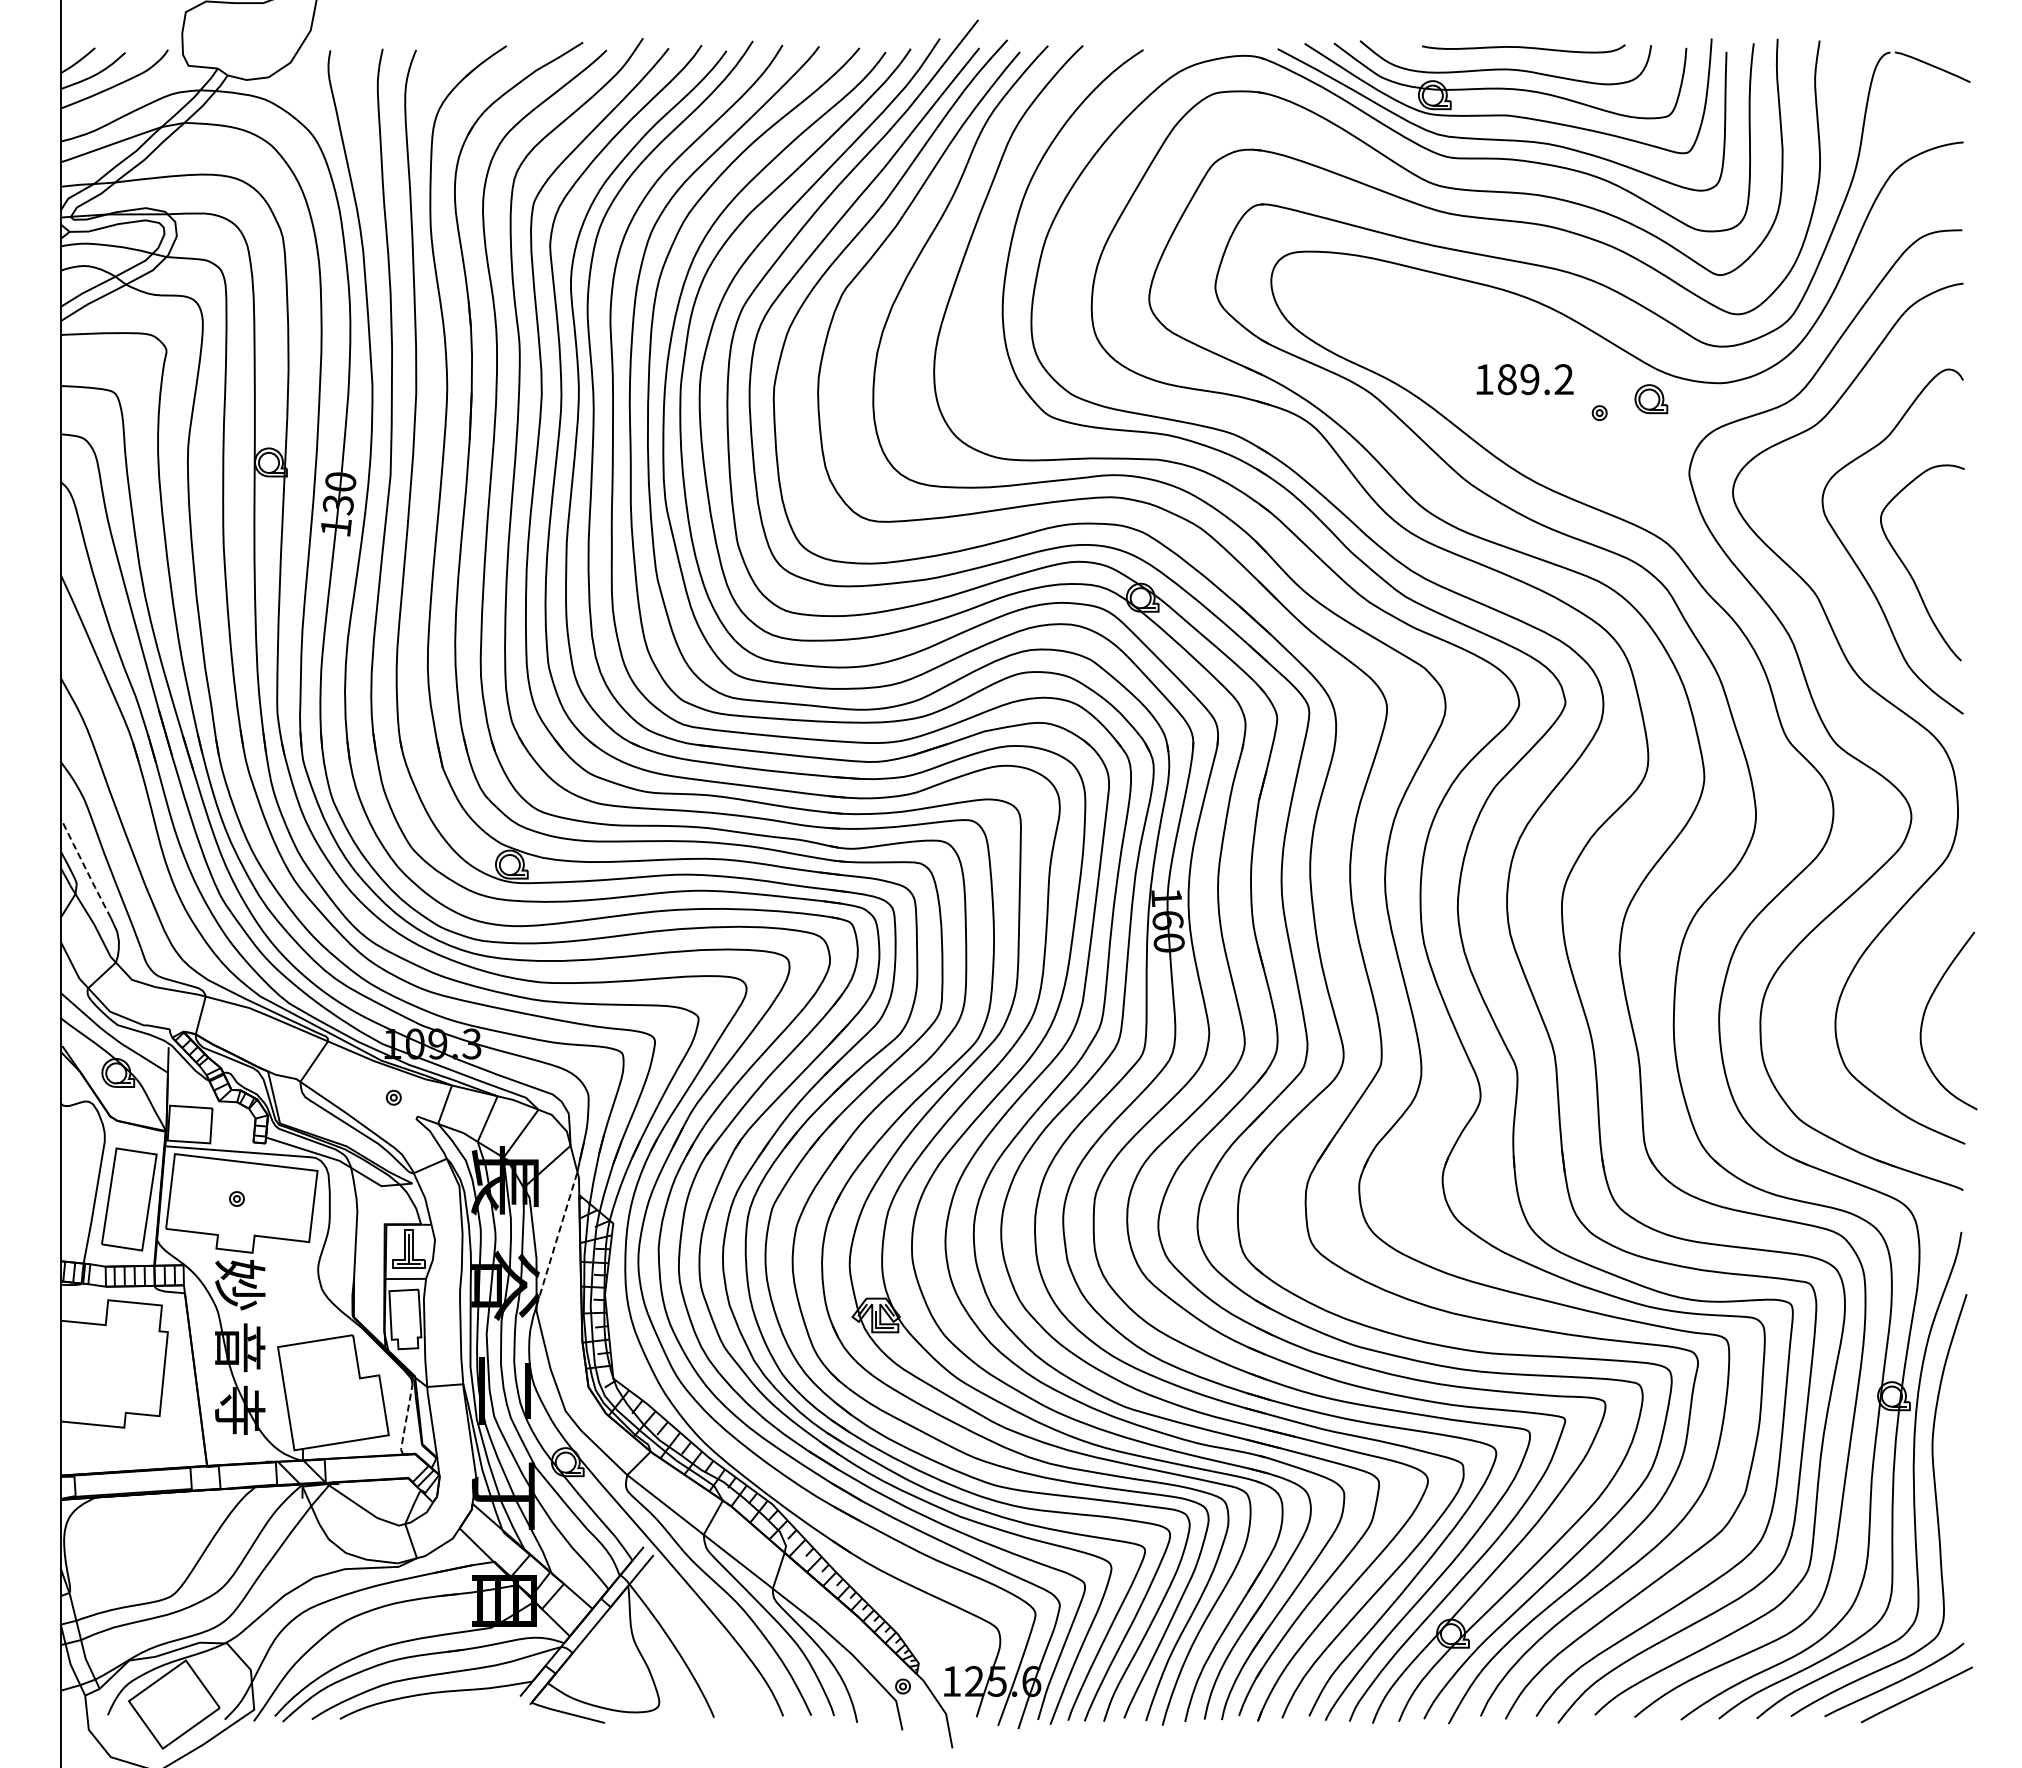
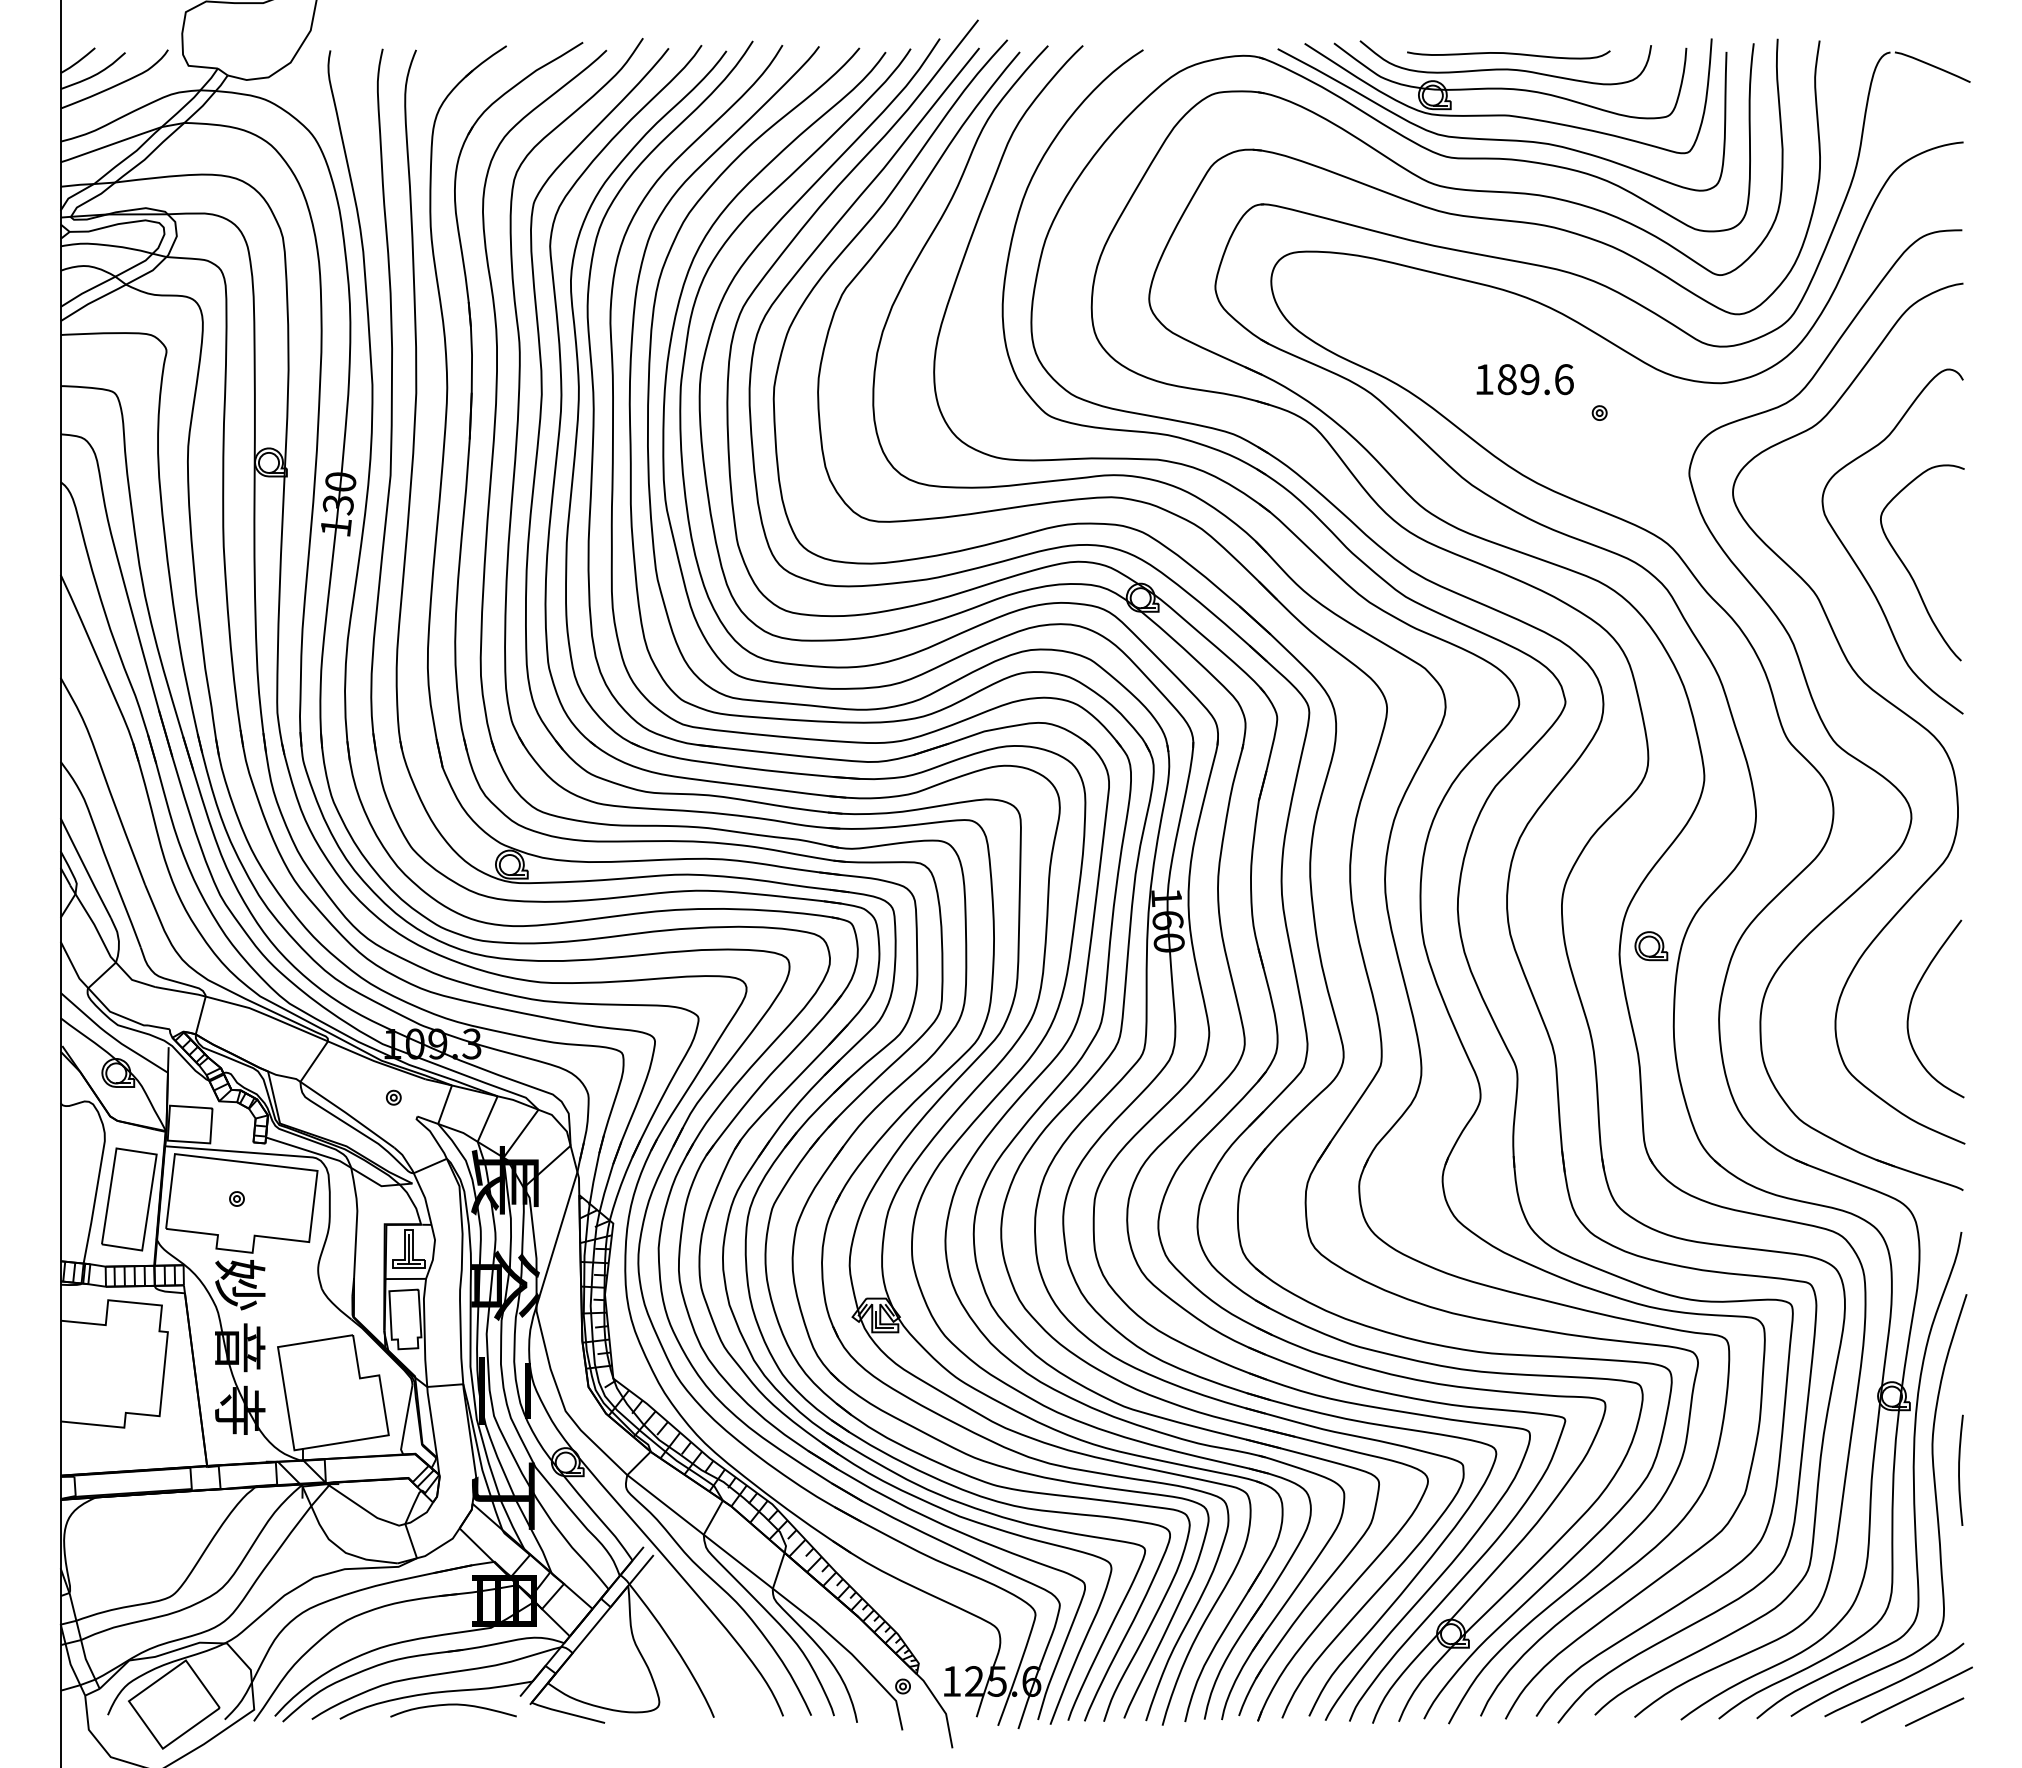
curve at (1523, 48) position: (1523, 48) -> (1508, 54)
text at (1563, 379): 189.2 -> 189.6
part at (1651, 399) position: (1651, 399) -> (1651, 946)
line at (85, 867): dashed -> solid
curve at (1925, 1013) position: (1925, 1013) -> (1912, 1001)
line at (557, 1238): dashed -> solid
line at (405, 1421): dashed -> solid
curve at (1959, 1469): none -> present
curve at (453, 1705): none -> present
line at (1934, 1711): none -> present
